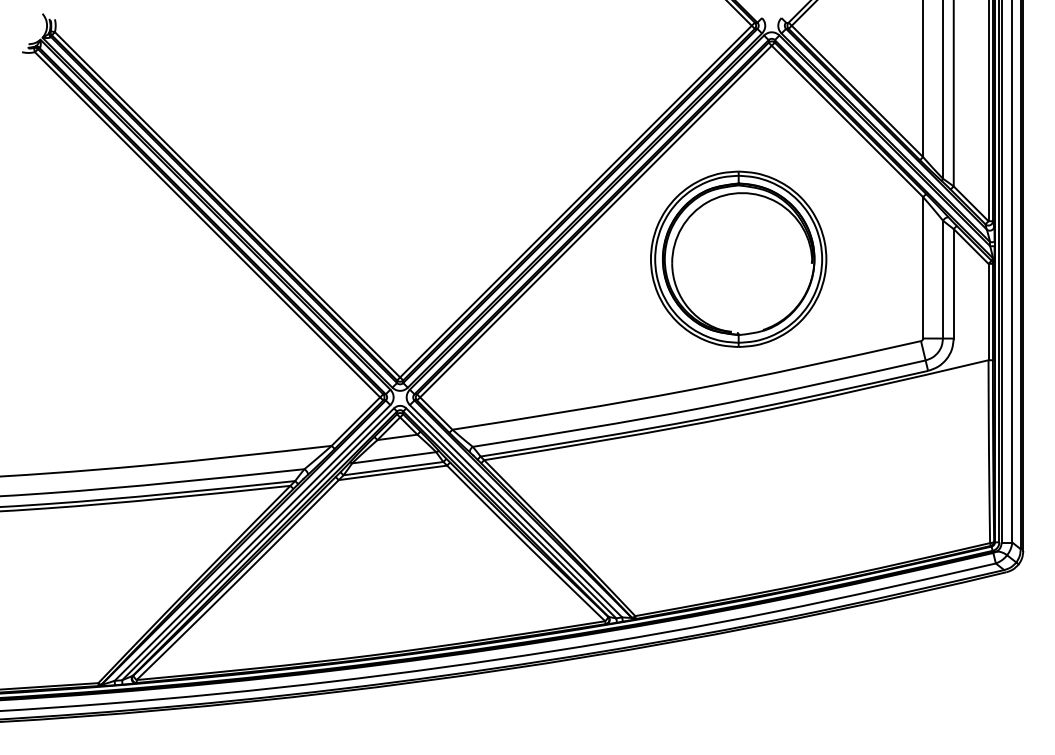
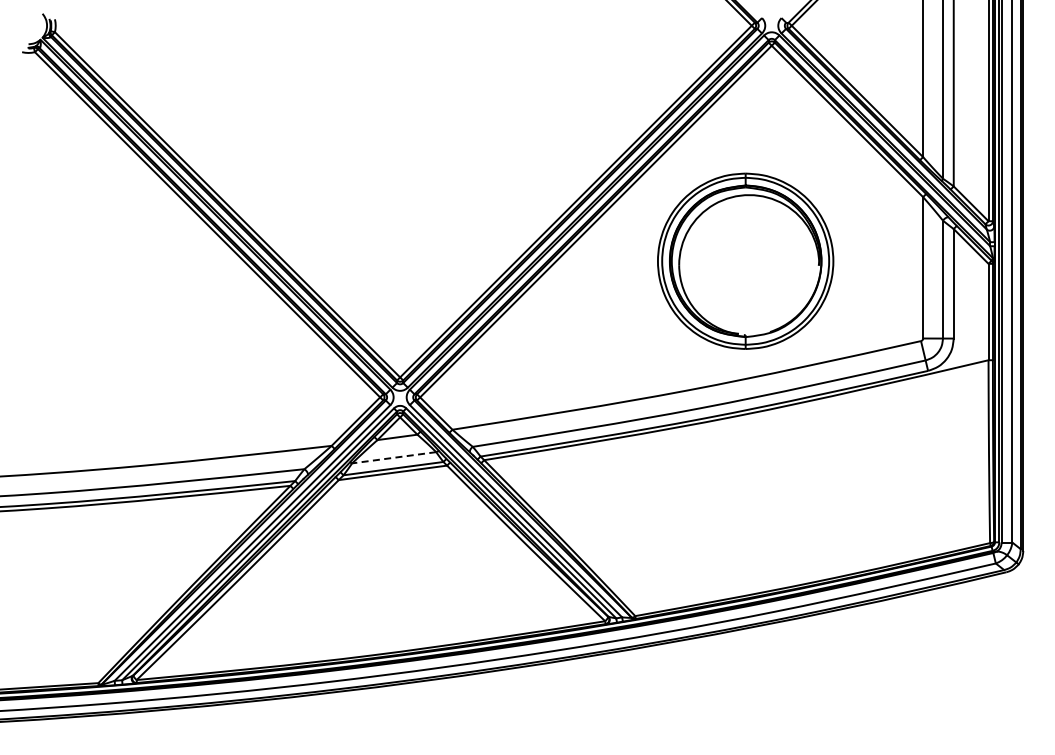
part at (738, 258) position: (738, 258) -> (745, 260)
line at (393, 457): solid -> dashed
